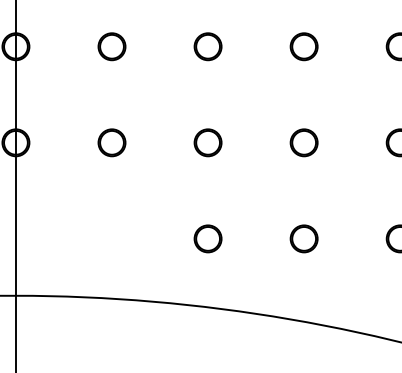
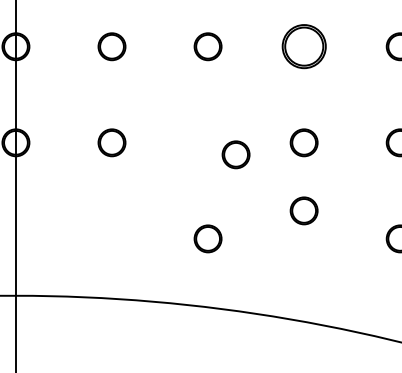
part at (303, 46) size: 30x30 px -> 46x46 px
part at (207, 142) position: (207, 142) -> (235, 154)
part at (303, 238) position: (303, 238) -> (303, 210)
